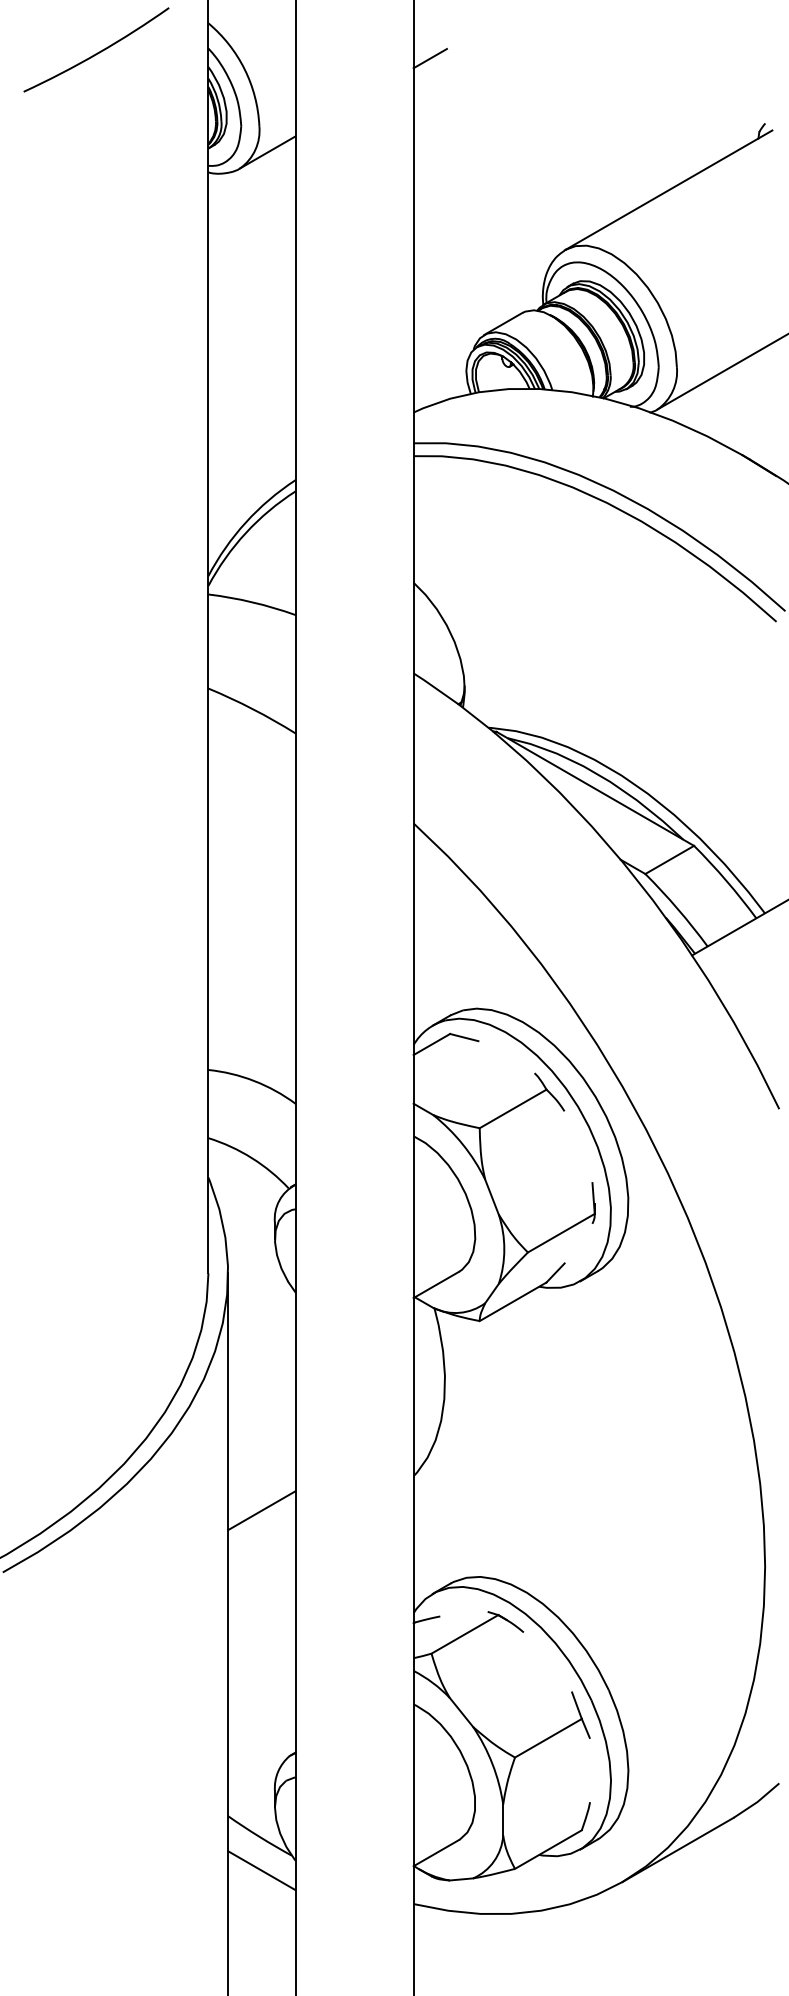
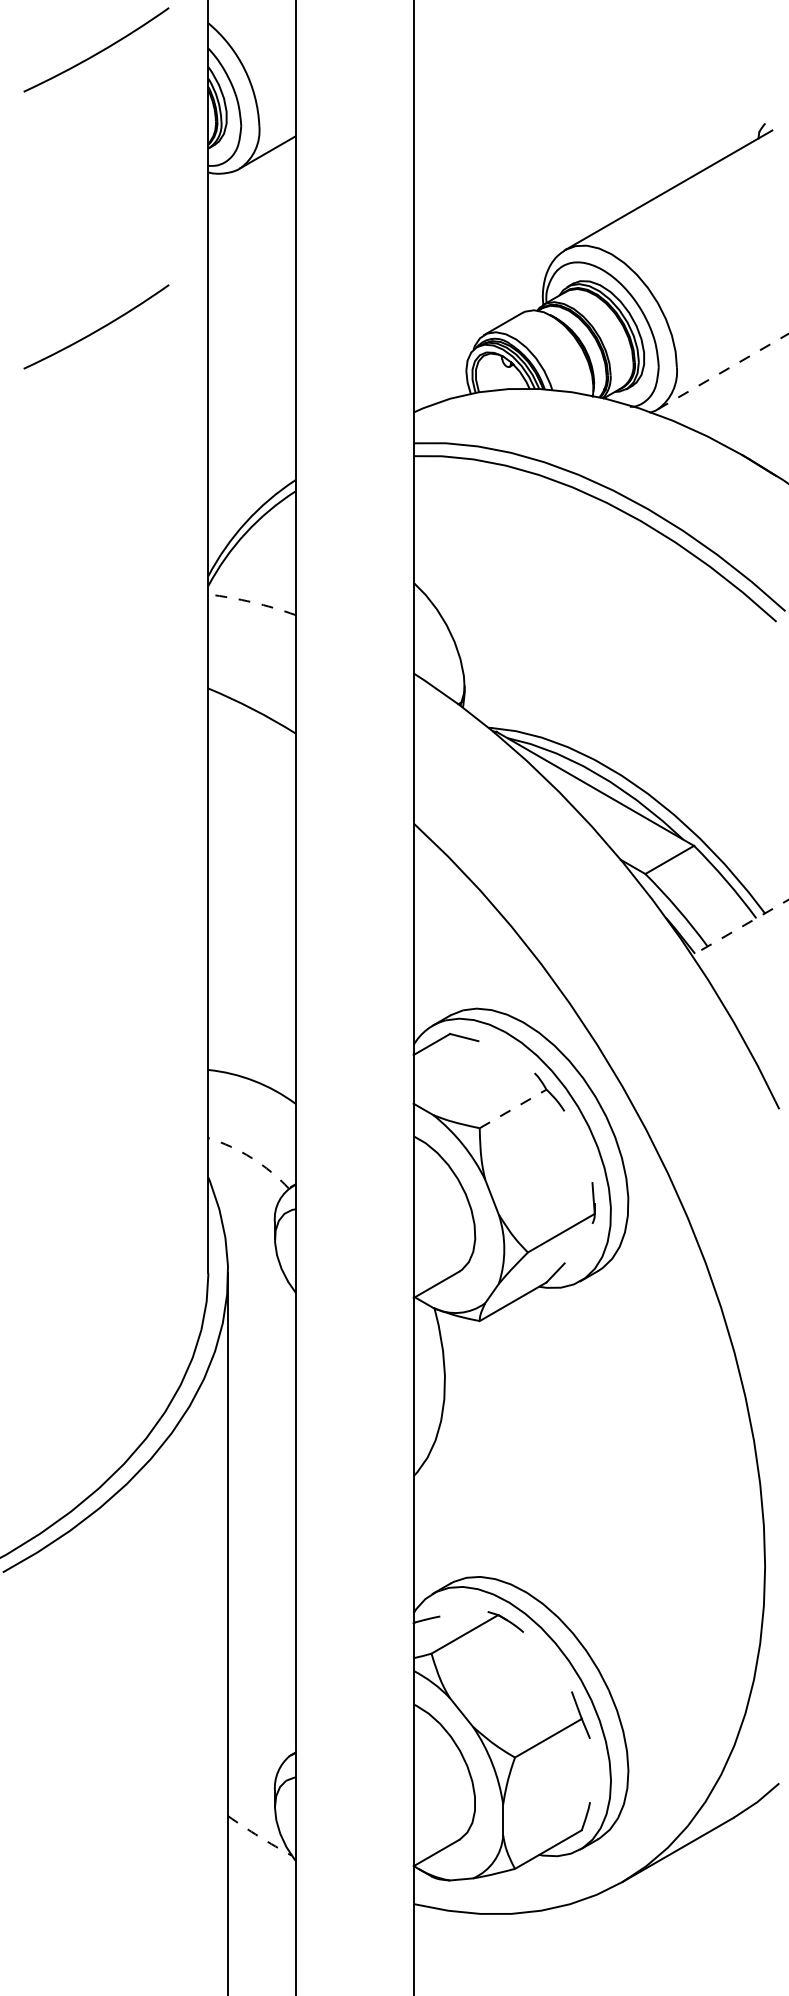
line at (429, 58): present -> none
arc at (97, 329): none -> present
line at (723, 371): solid -> dashed
arc at (252, 602): solid -> dashed
line at (740, 927): solid -> dashed
line at (513, 1108): solid -> dashed
arc at (251, 1158): solid -> dashed
line at (261, 1510): present -> none
arc at (259, 1836): solid -> dashed
line at (261, 1870): present -> none
